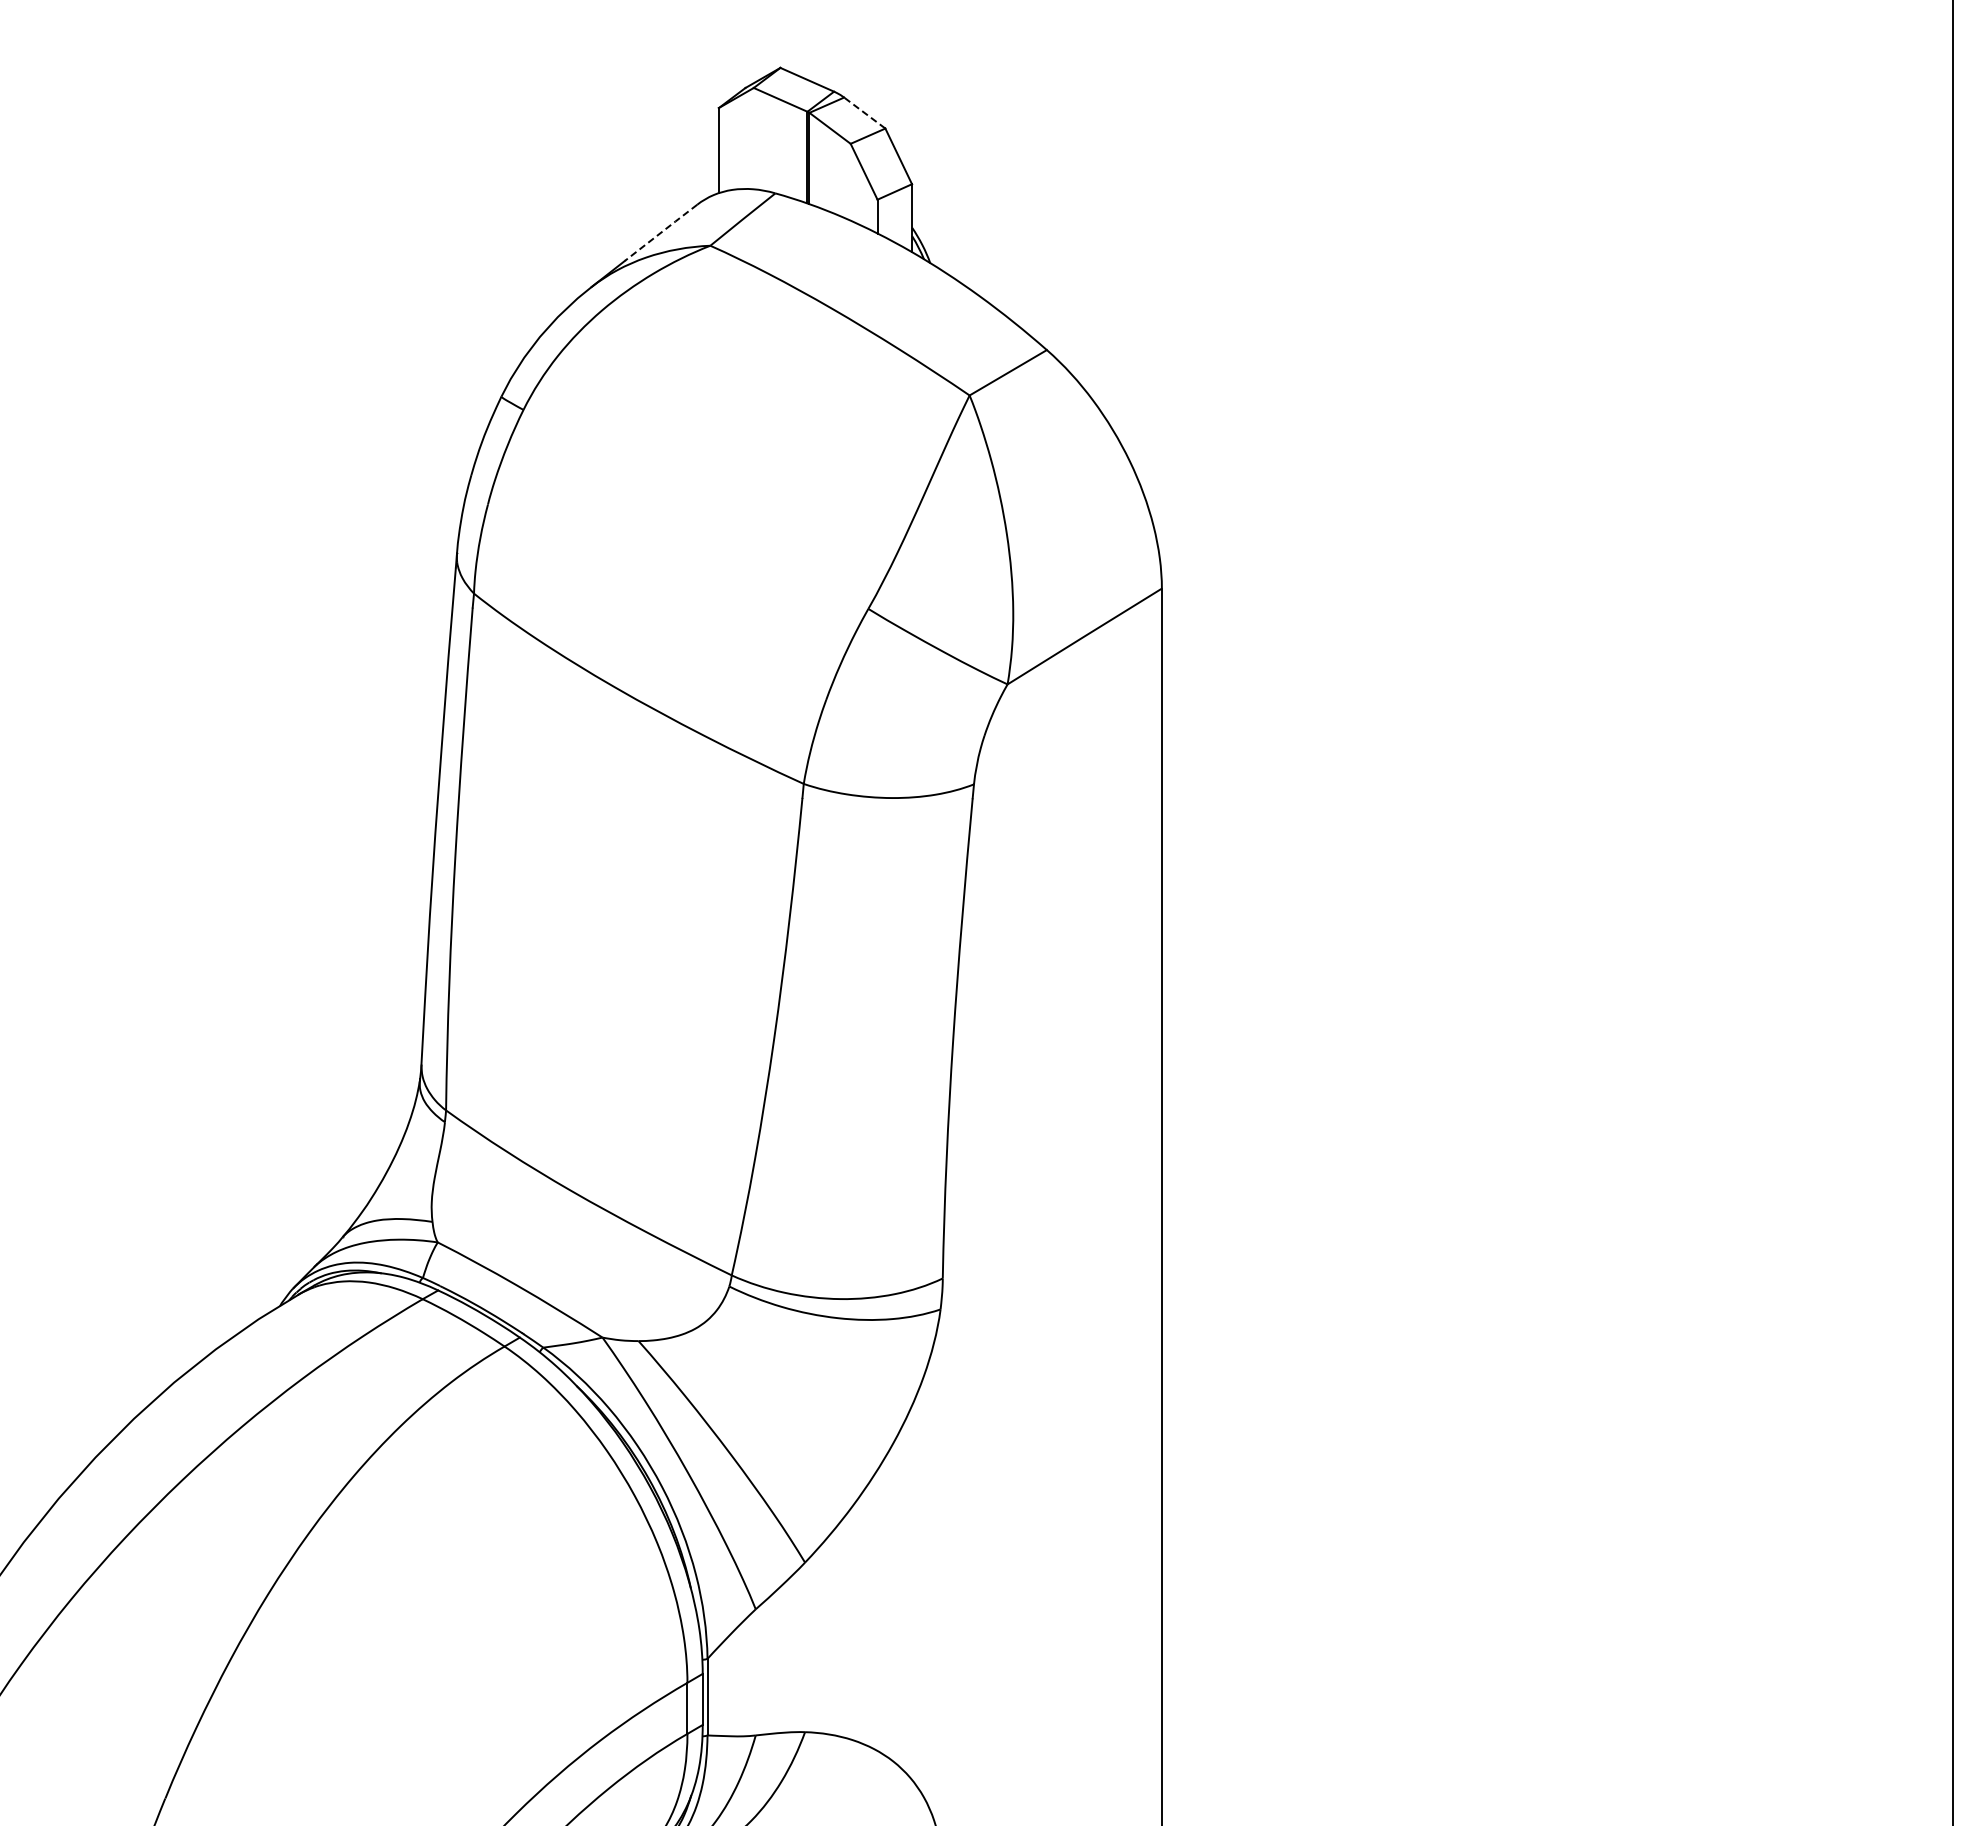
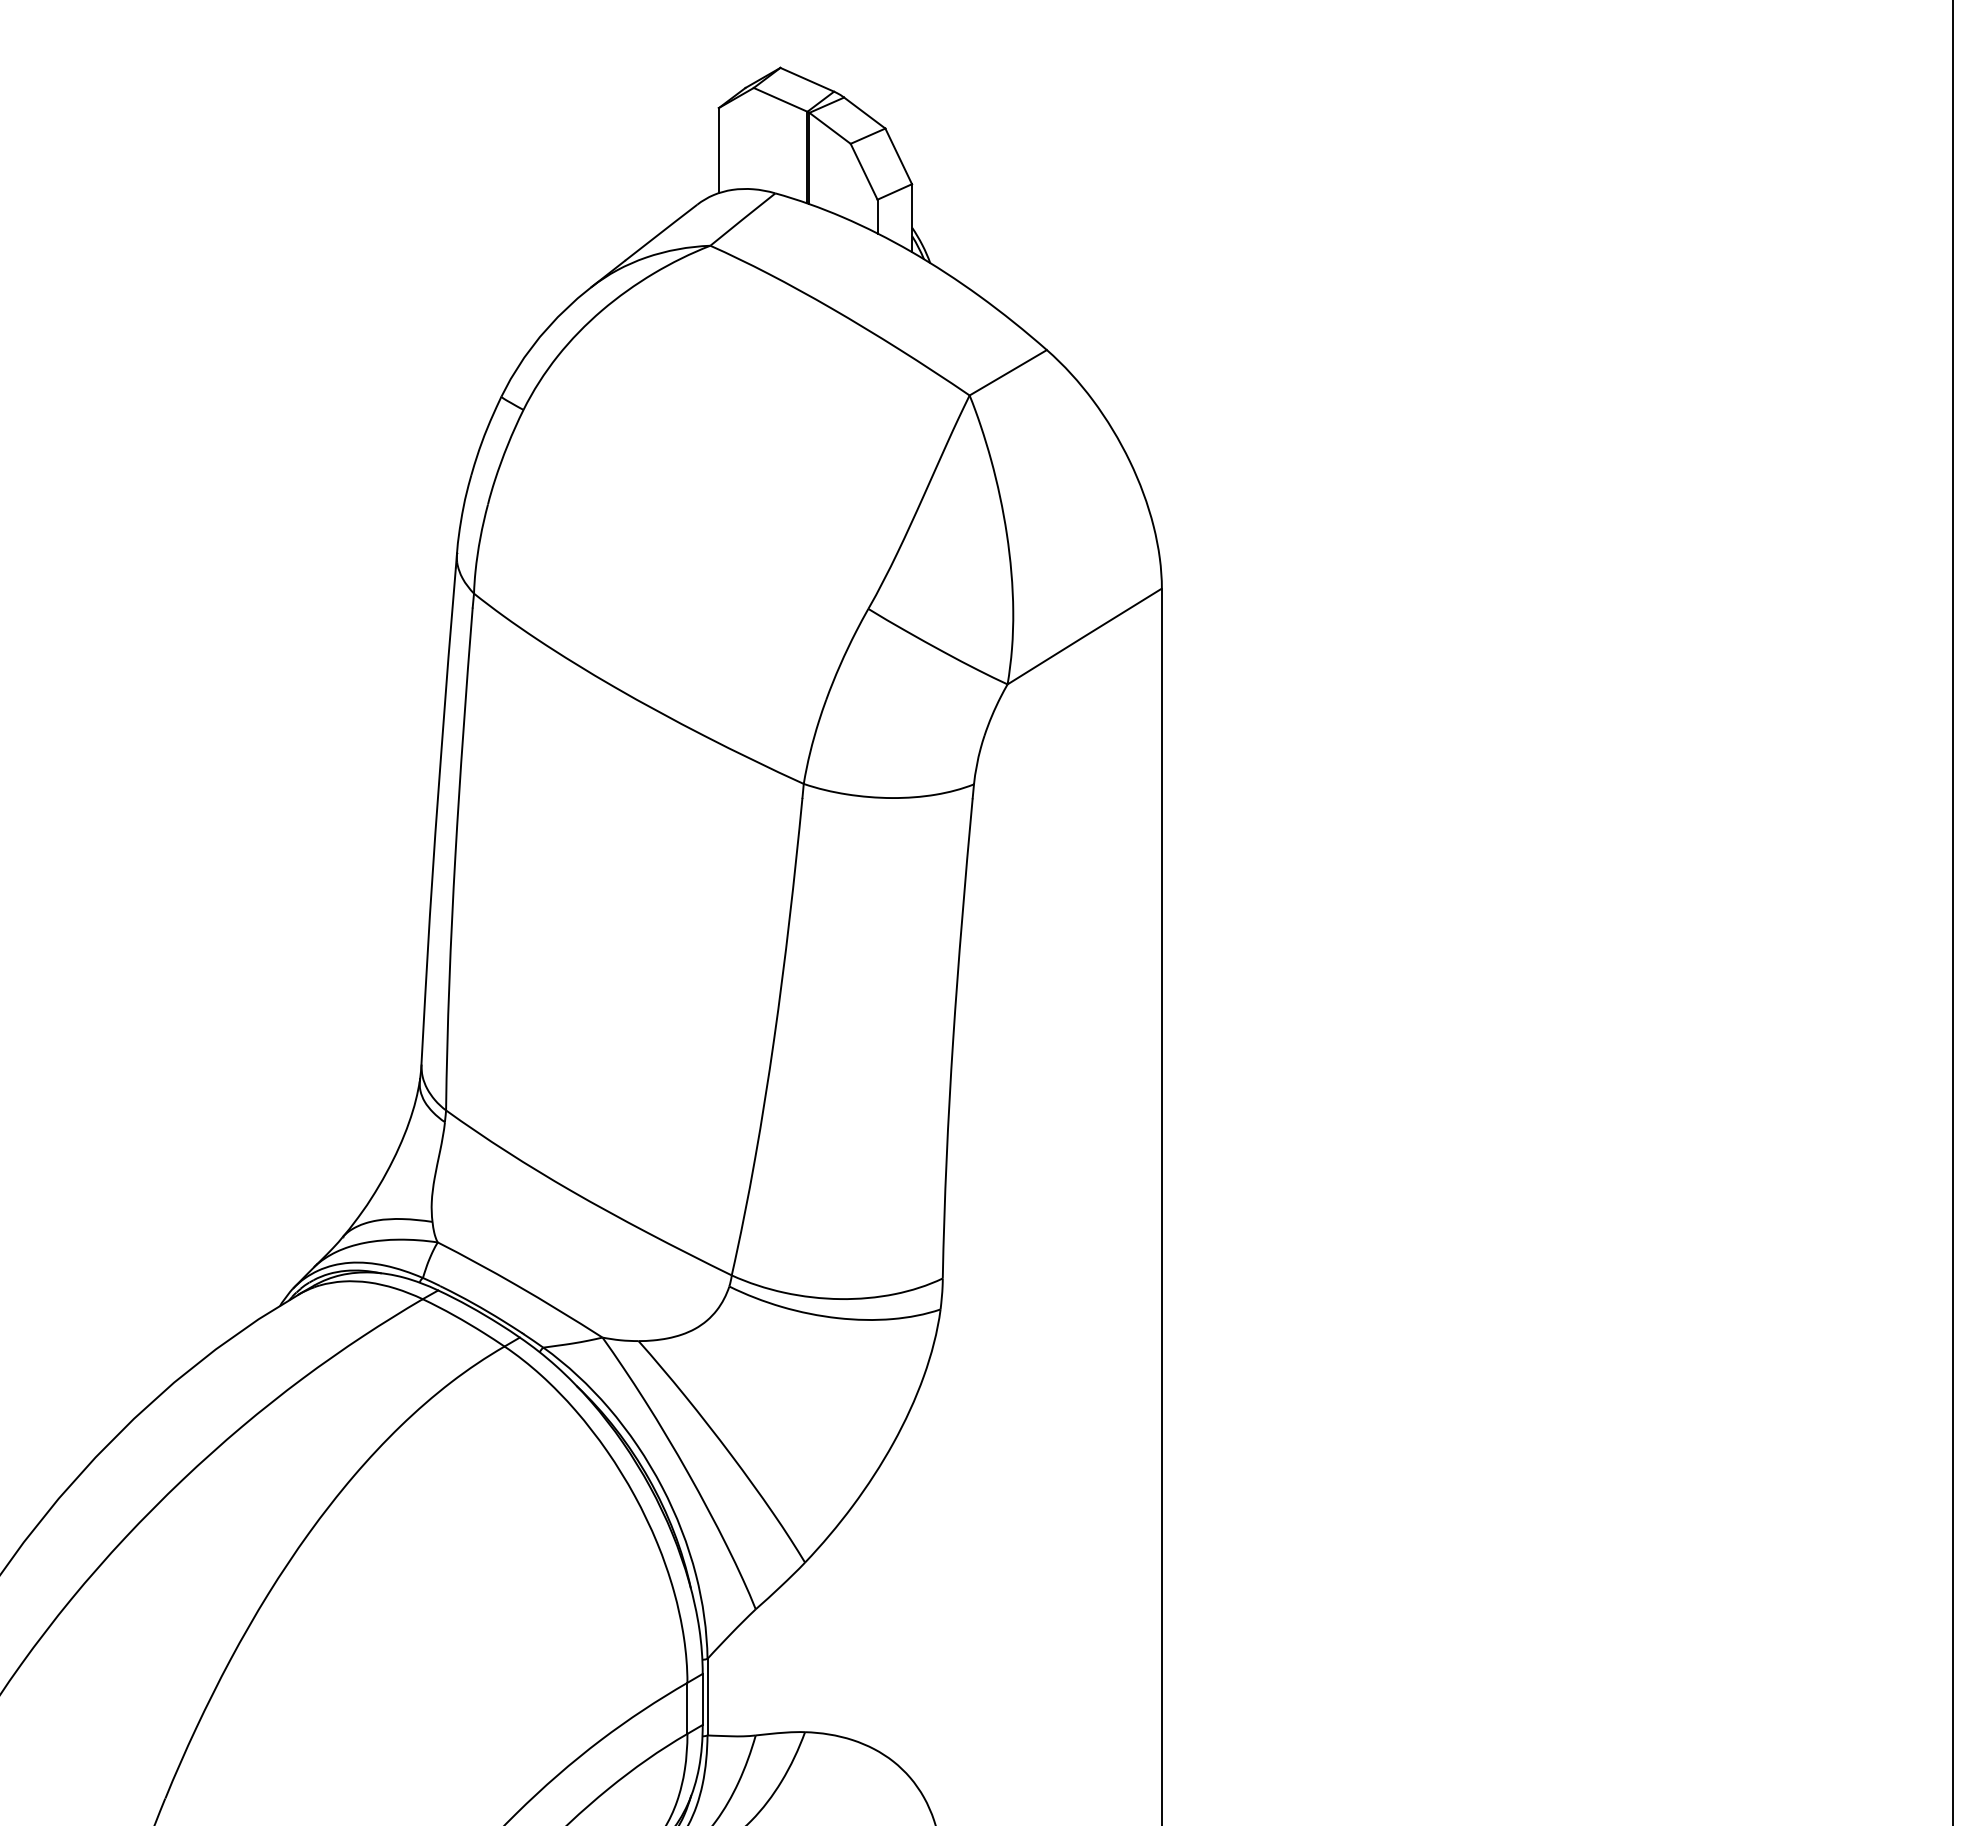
line at (864, 113): dashed -> solid
line at (661, 232): dashed -> solid
